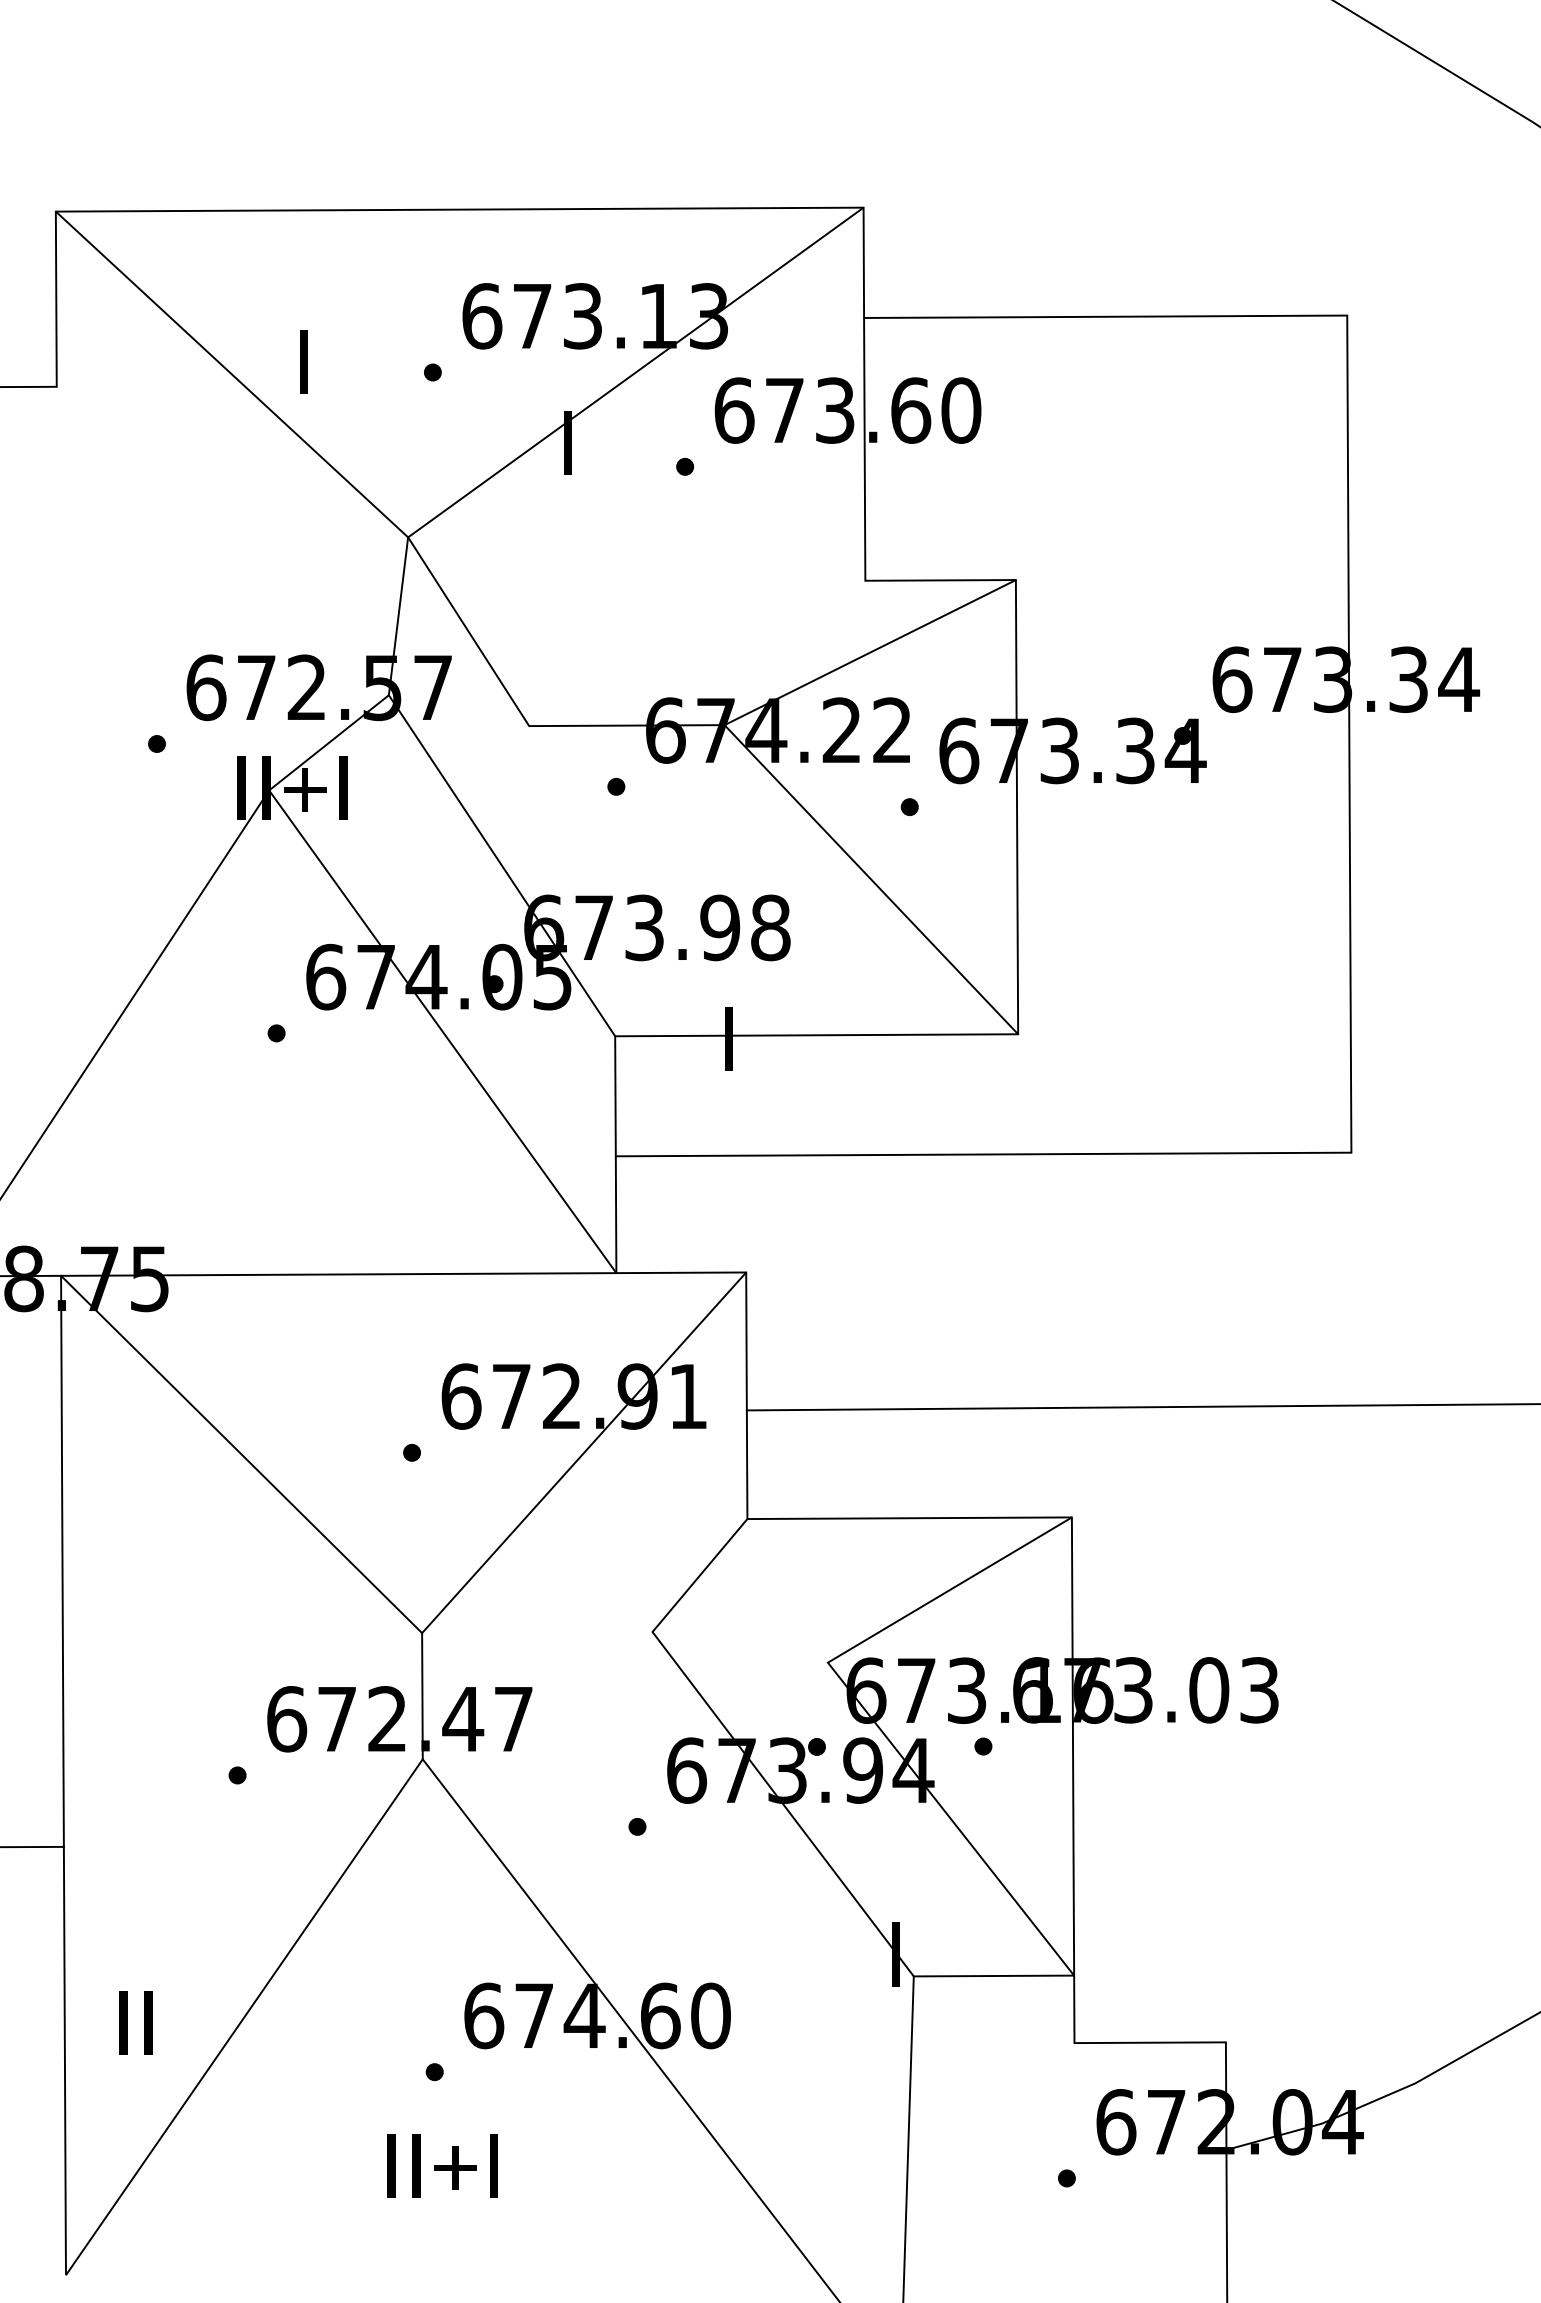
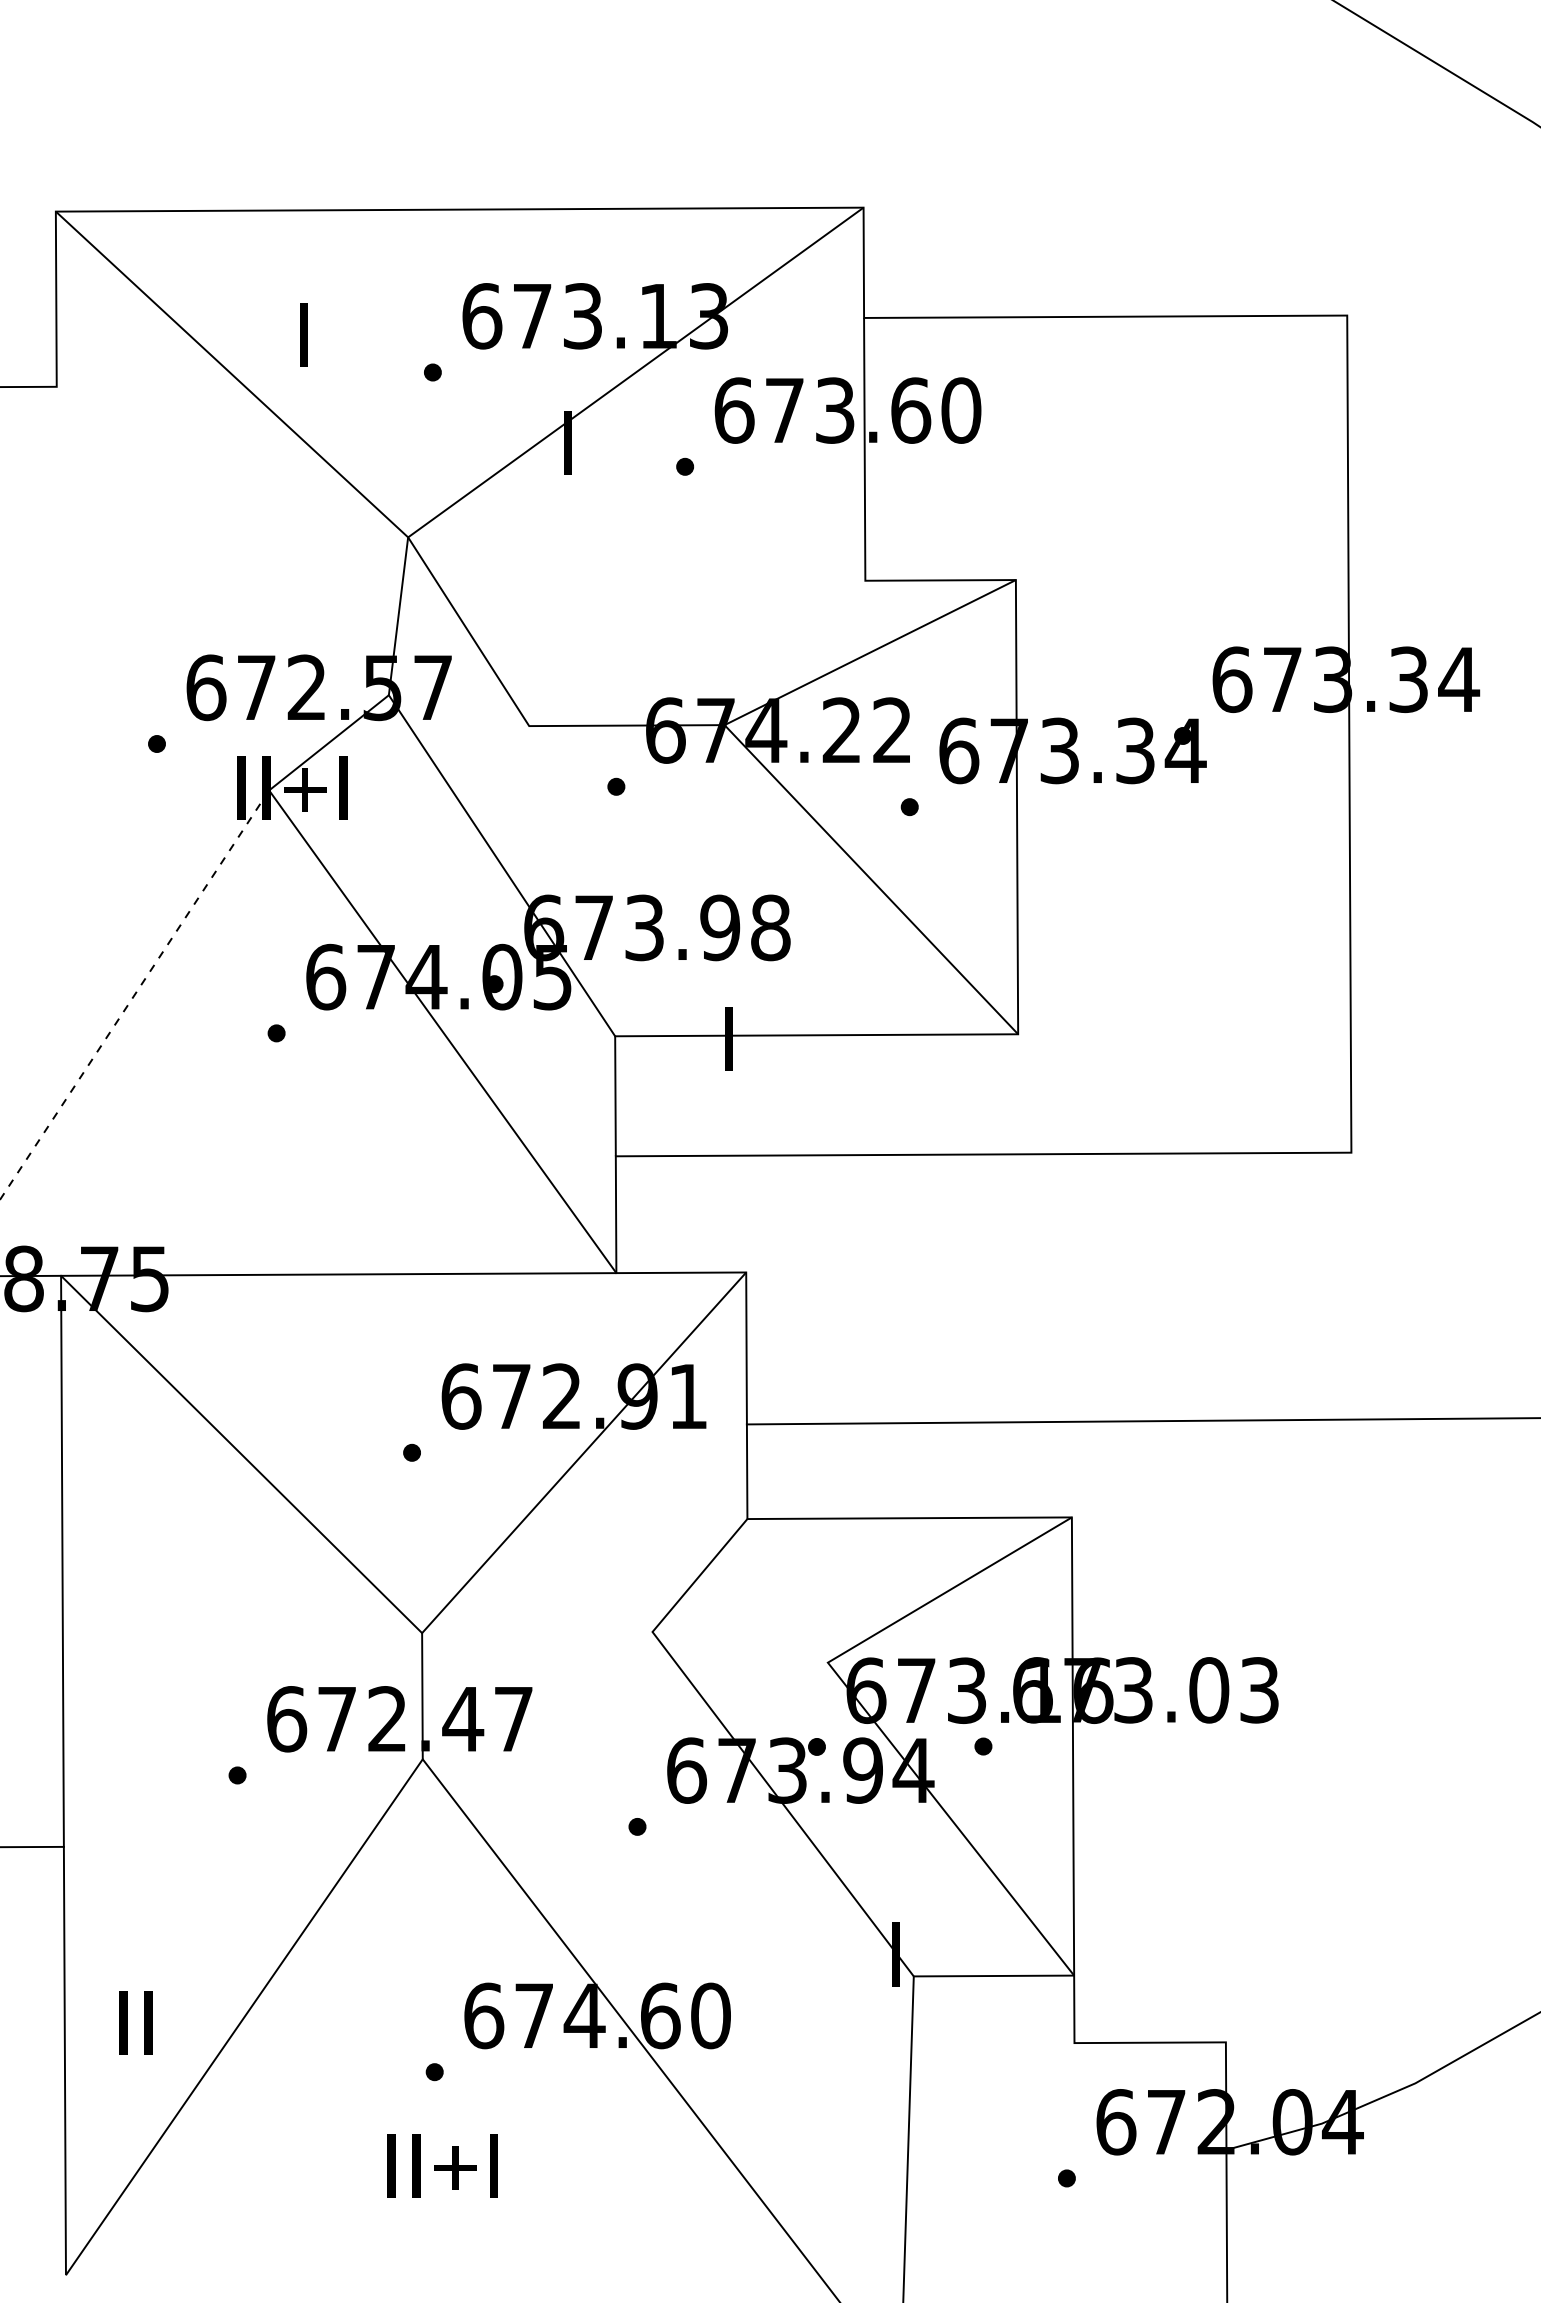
text at (303, 361) position: (303, 361) -> (303, 334)
line at (134, 995): solid -> dashed
line at (1141, 1407) position: (1141, 1407) -> (1141, 1421)
